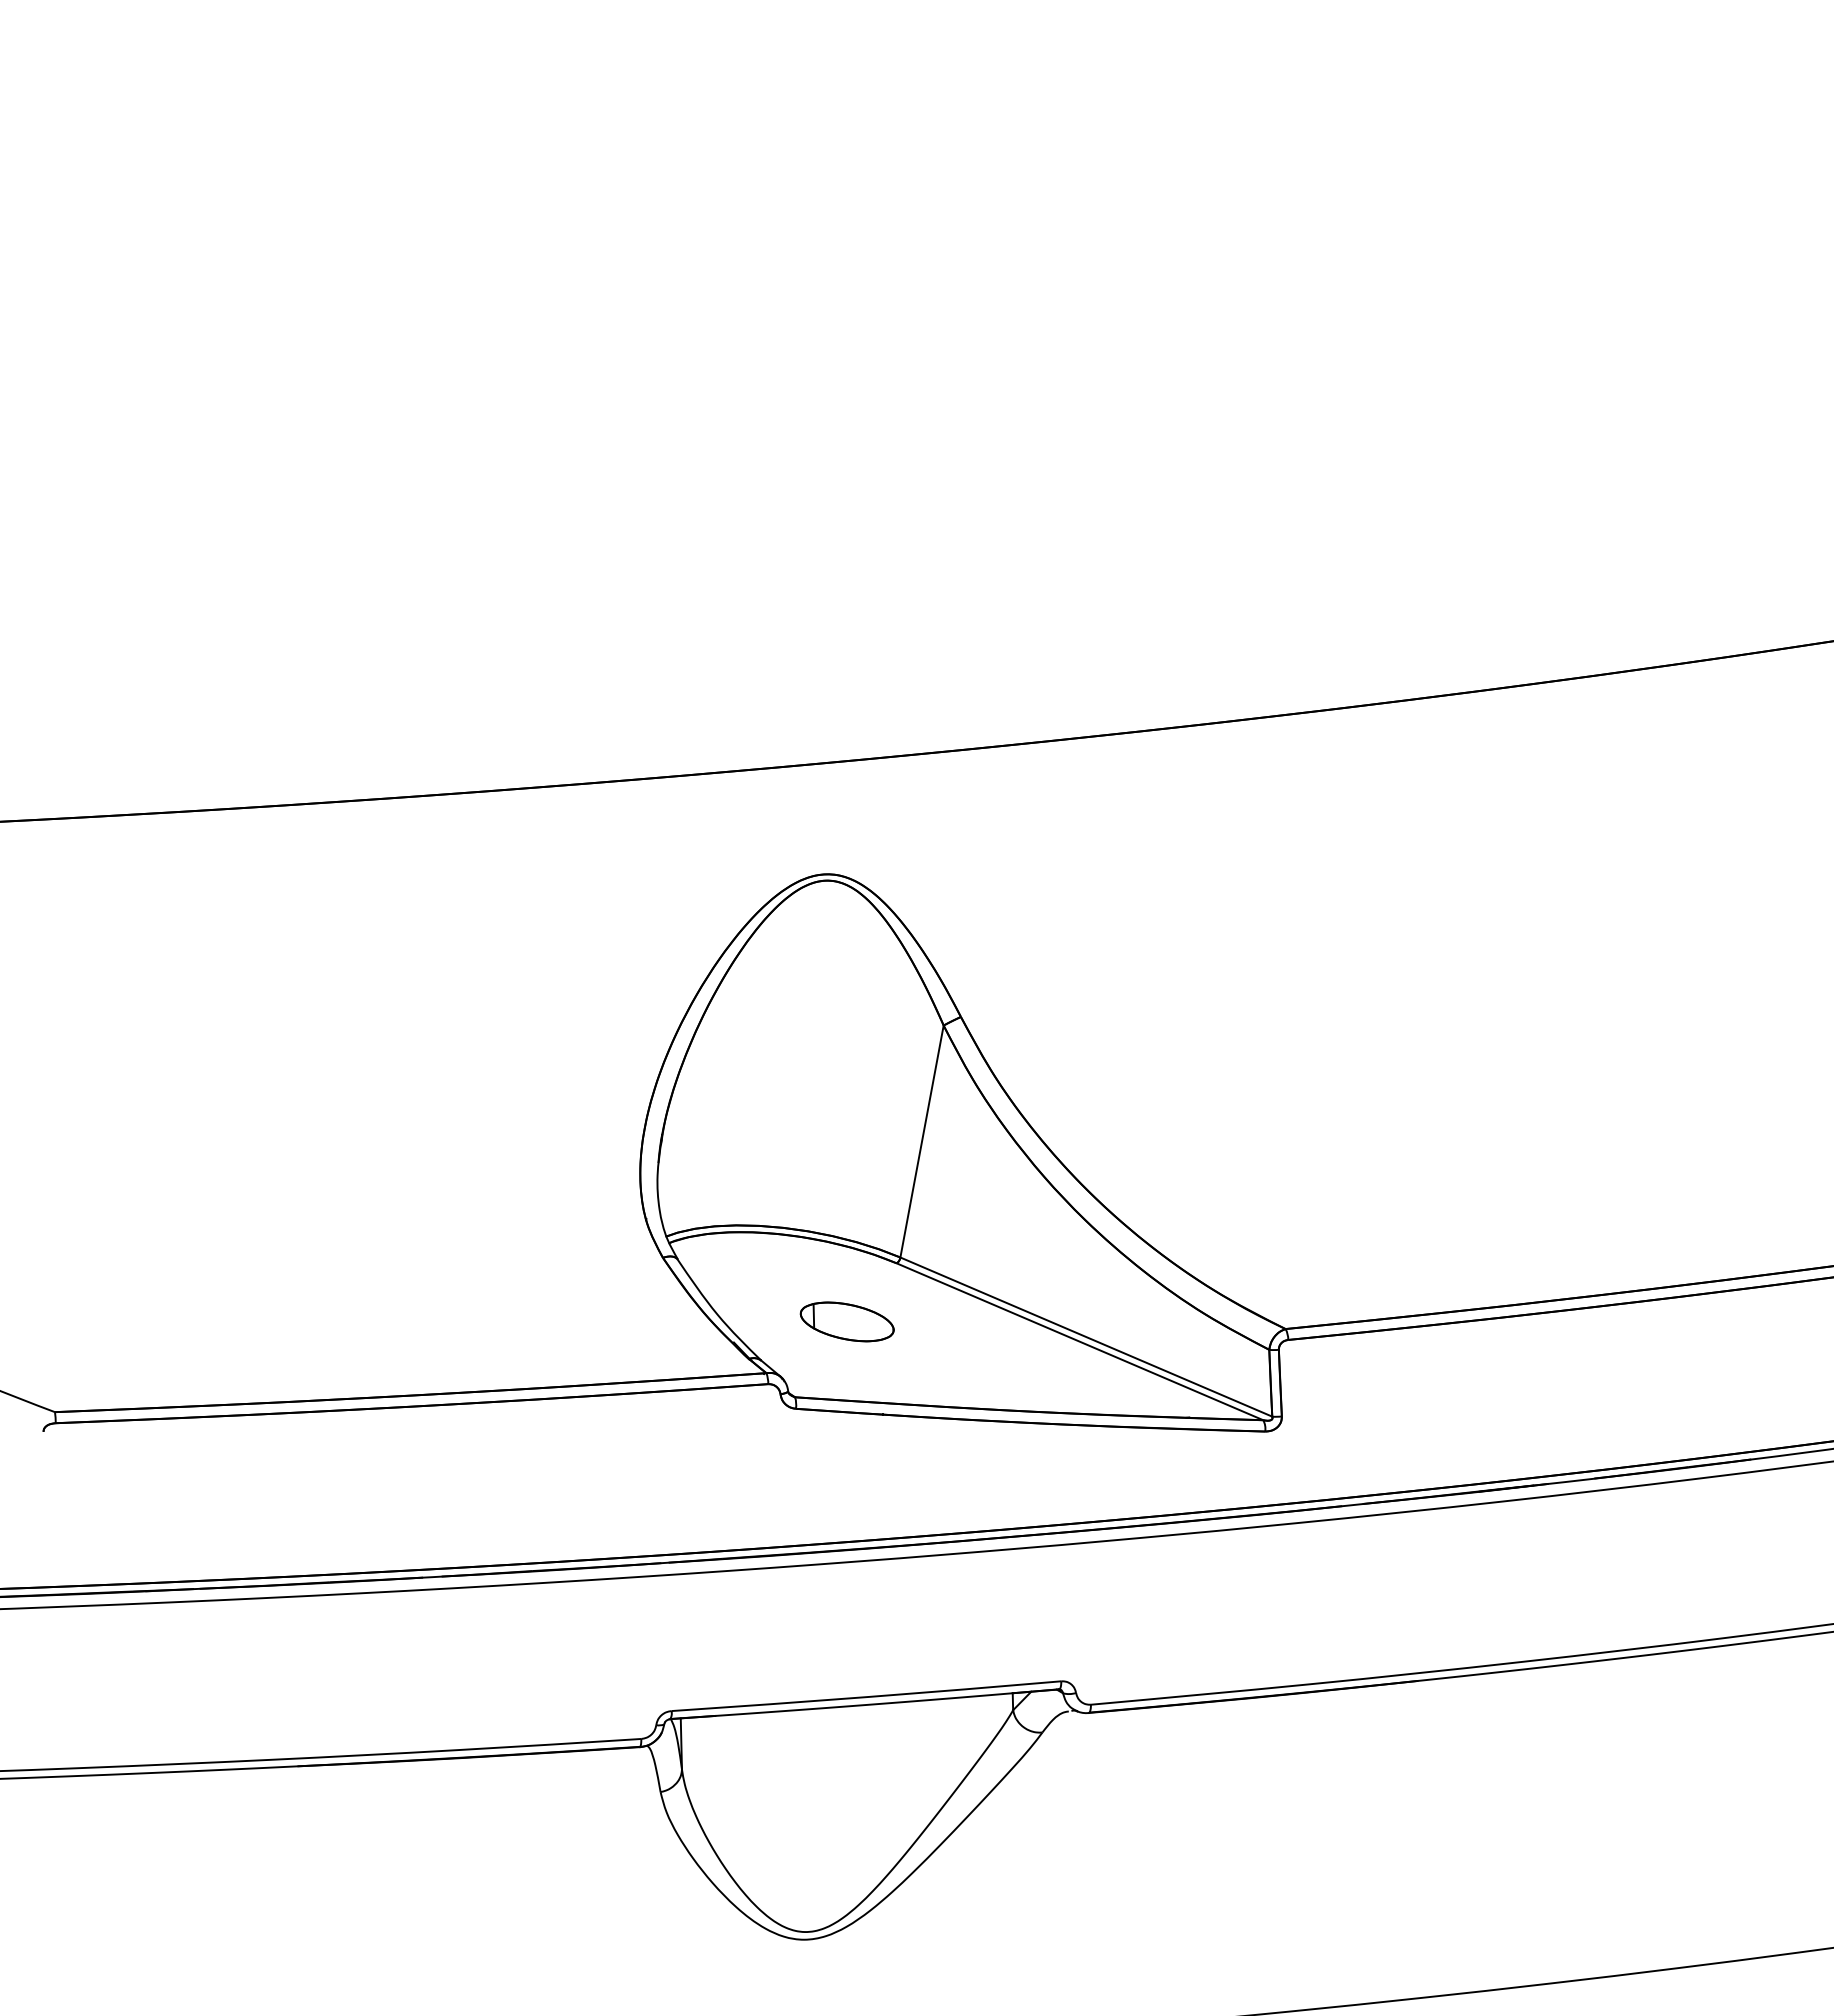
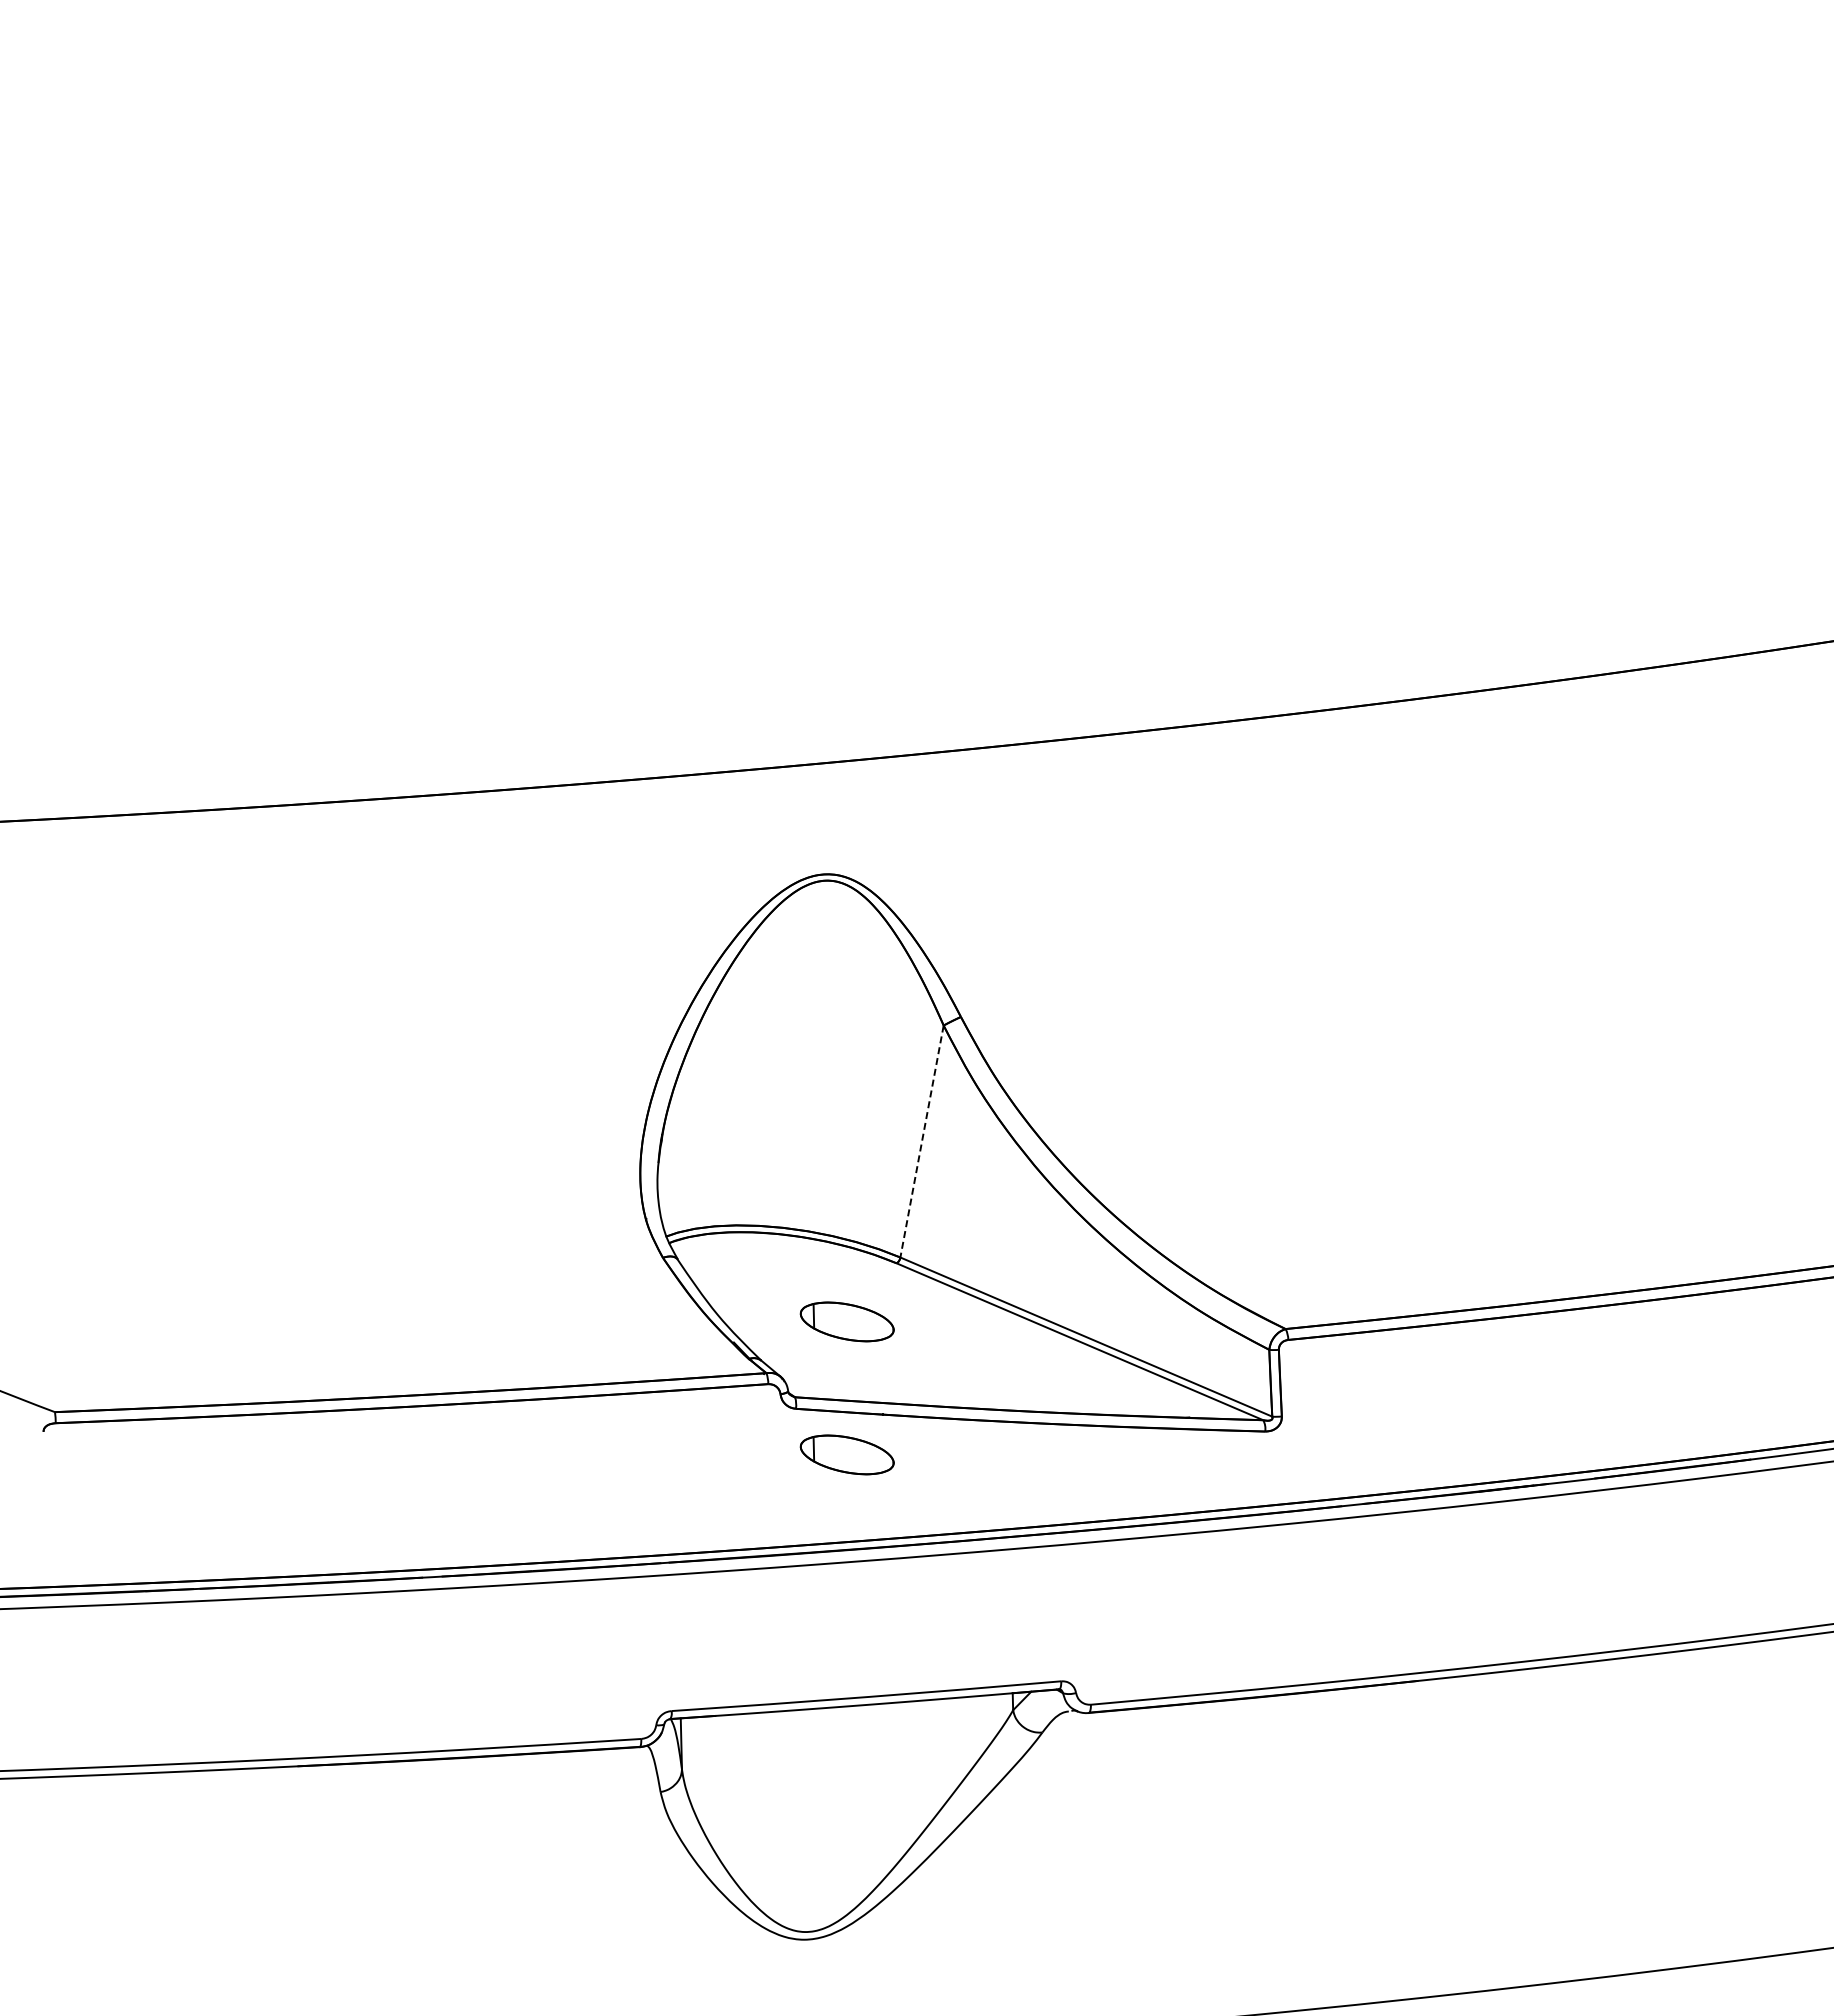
line at (922, 1141): solid -> dashed
part at (846, 1454): none -> present
